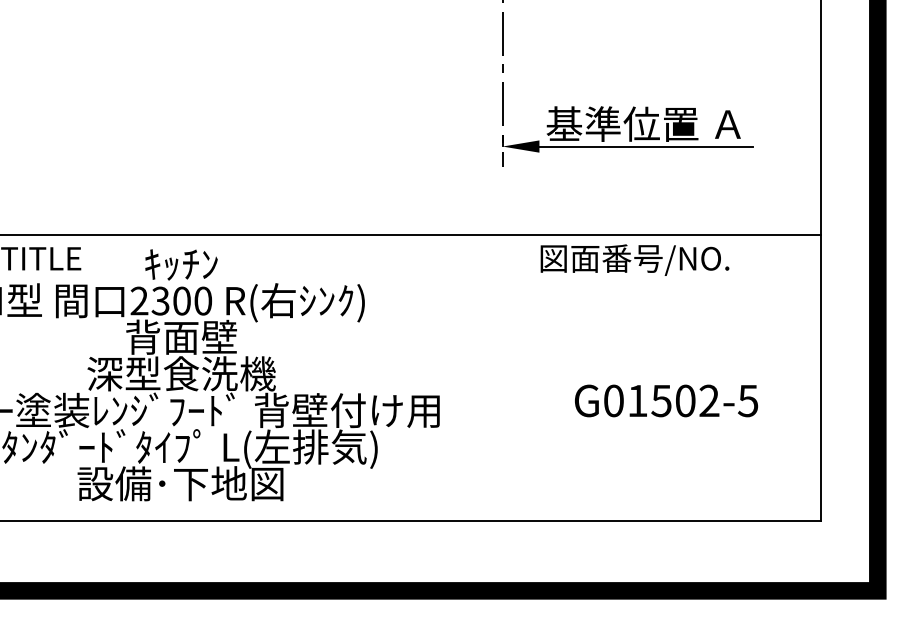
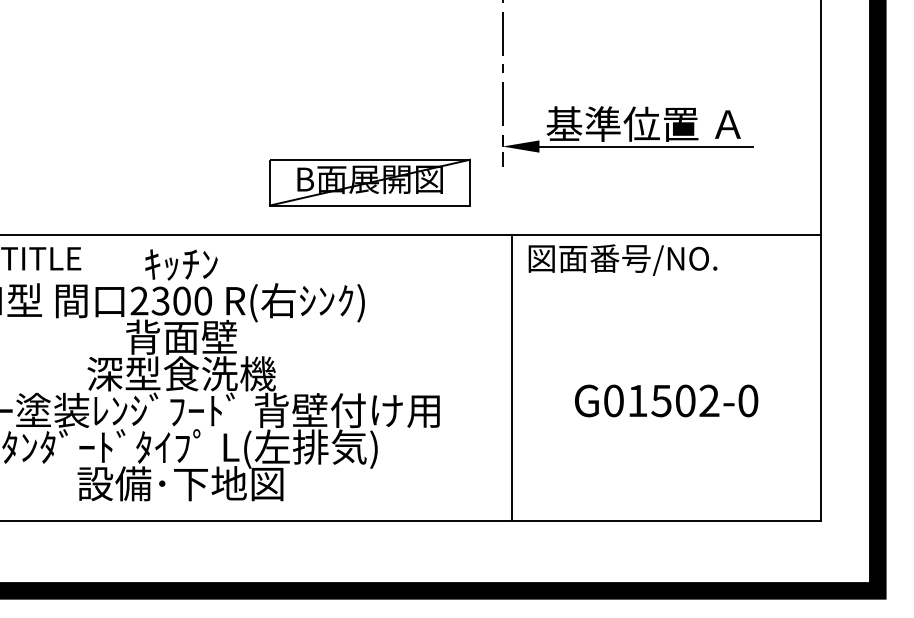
part at (369, 182): none -> present
text at (634, 259) position: (634, 259) -> (622, 259)
line at (512, 377): none -> present
text at (748, 400): G01502-5 -> G01502-0
